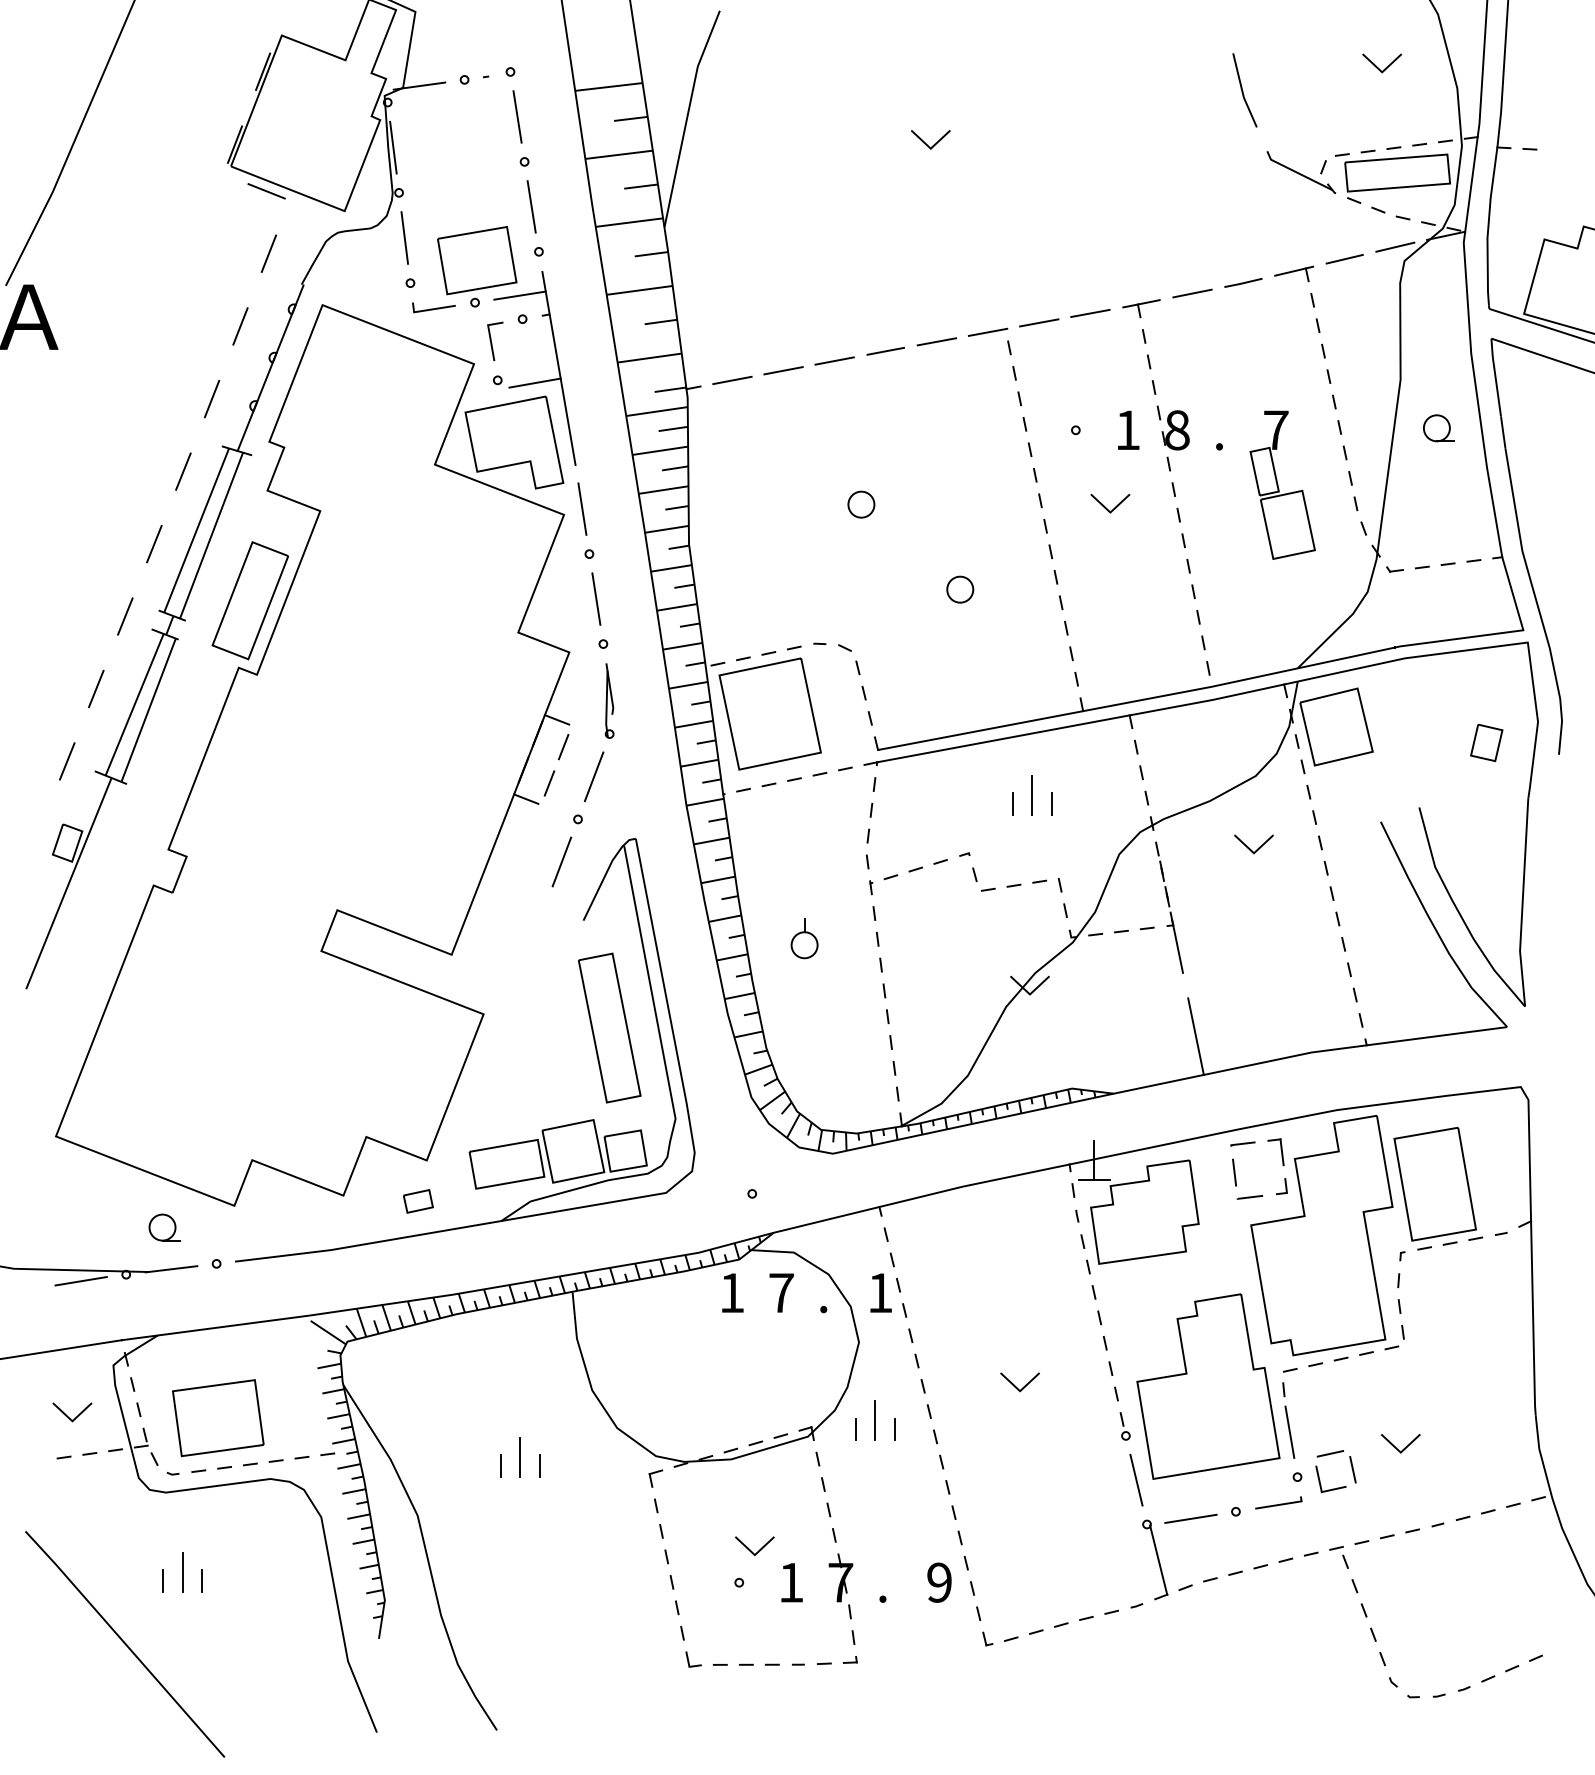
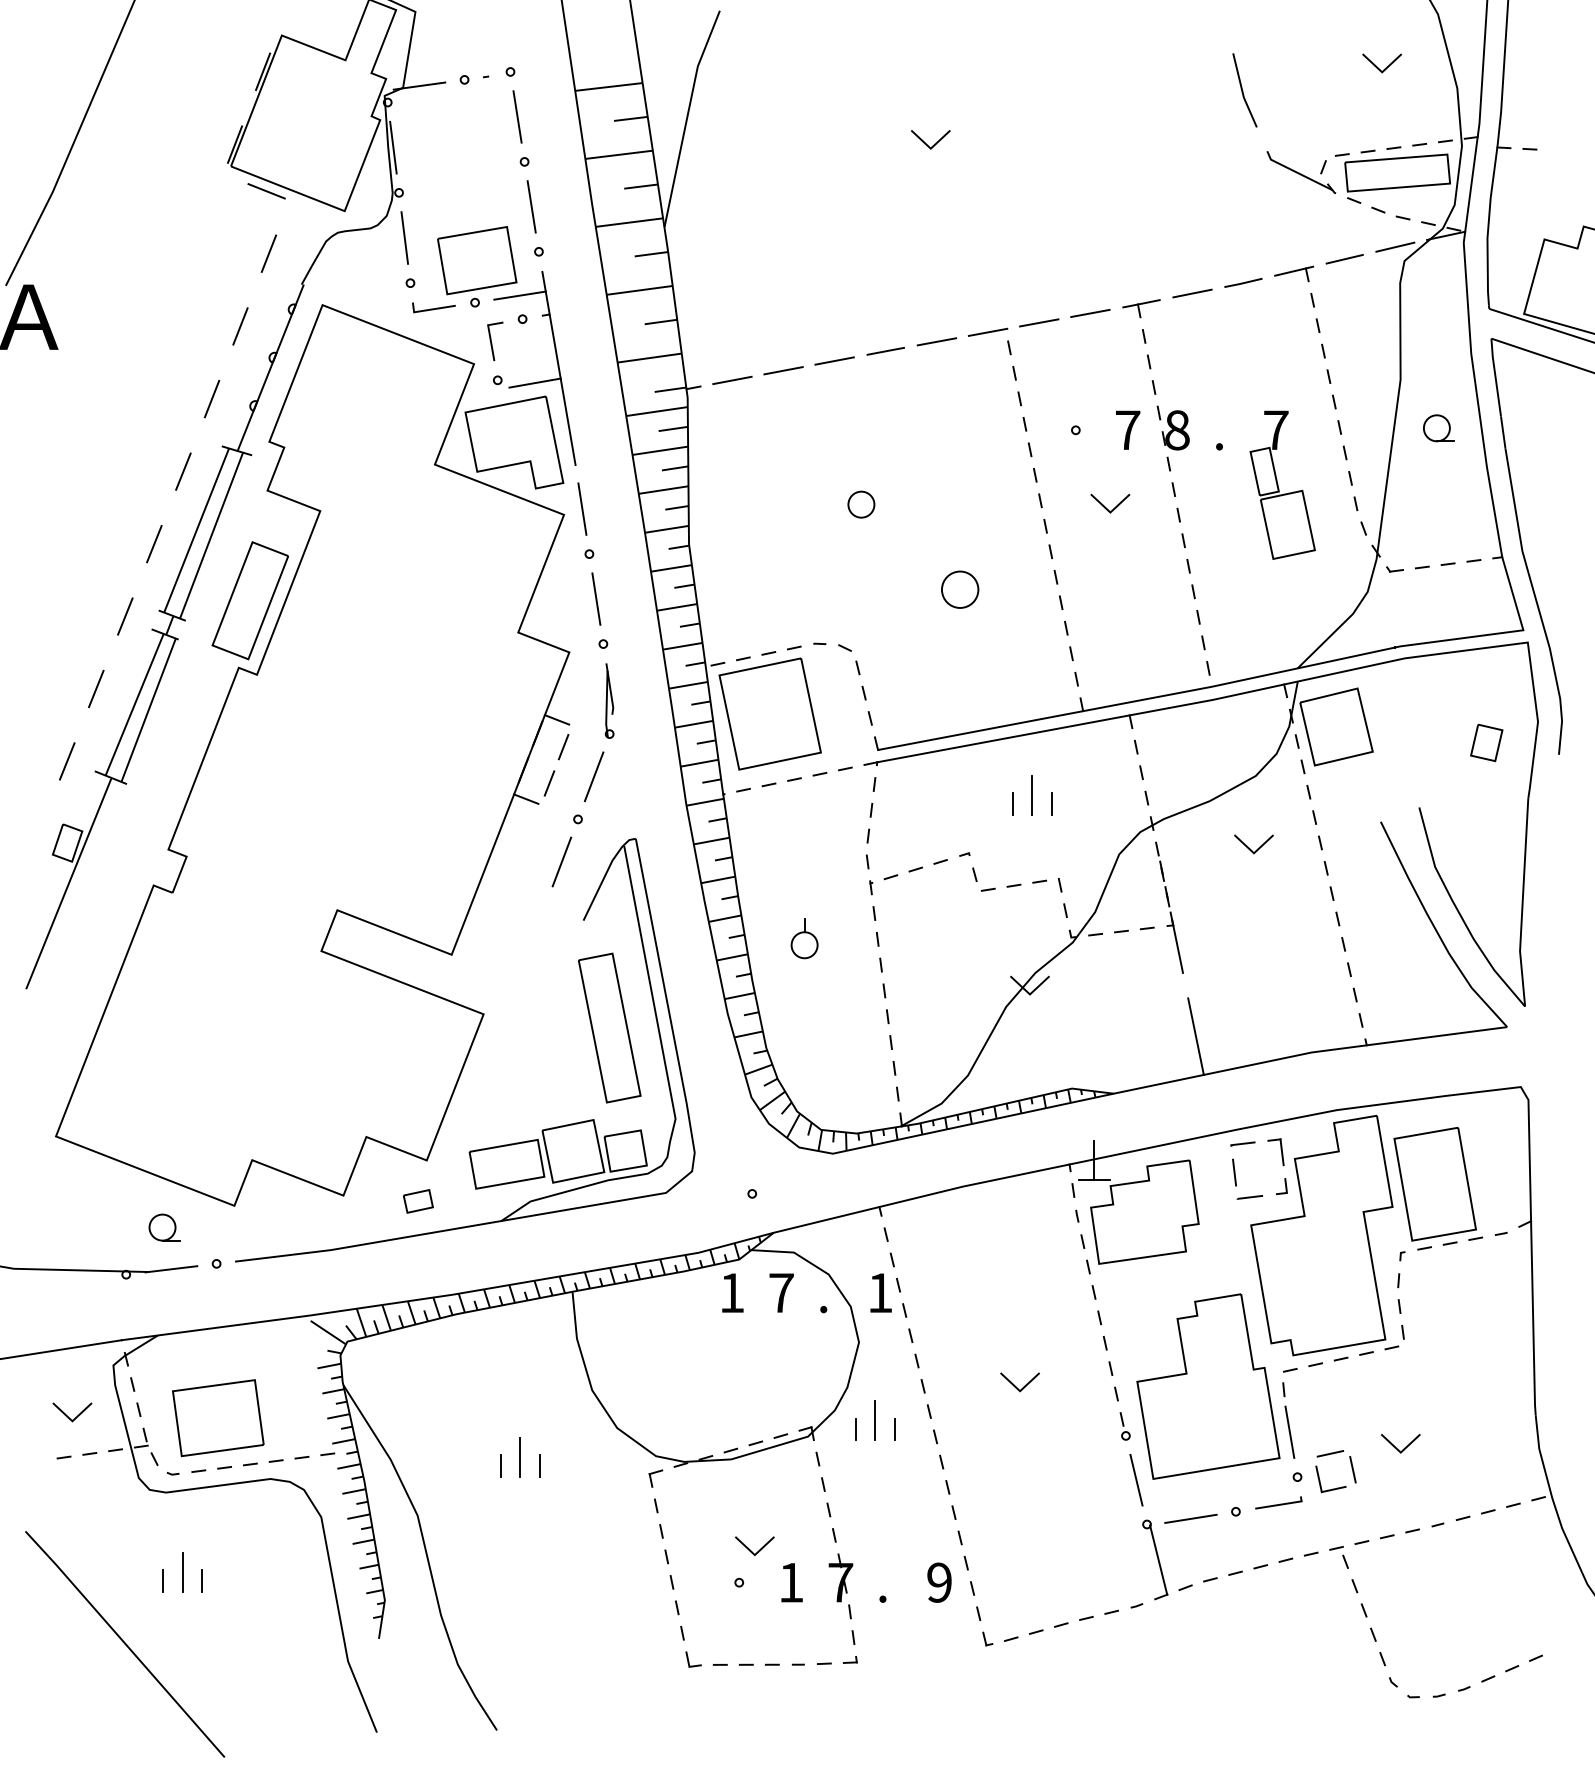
text at (1128, 429): 1 -> 7
circle at (960, 589) size: 29x29 px -> 39x39 px
line at (80, 1281): present -> none
